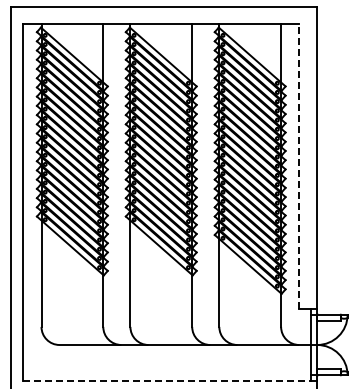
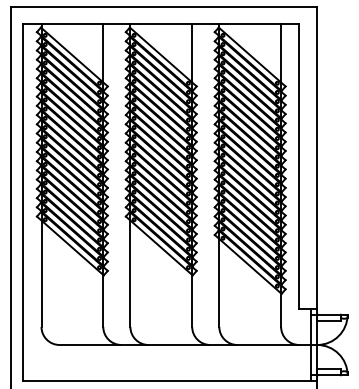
line at (299, 166): dashed -> solid
line at (170, 380): dashed -> solid
